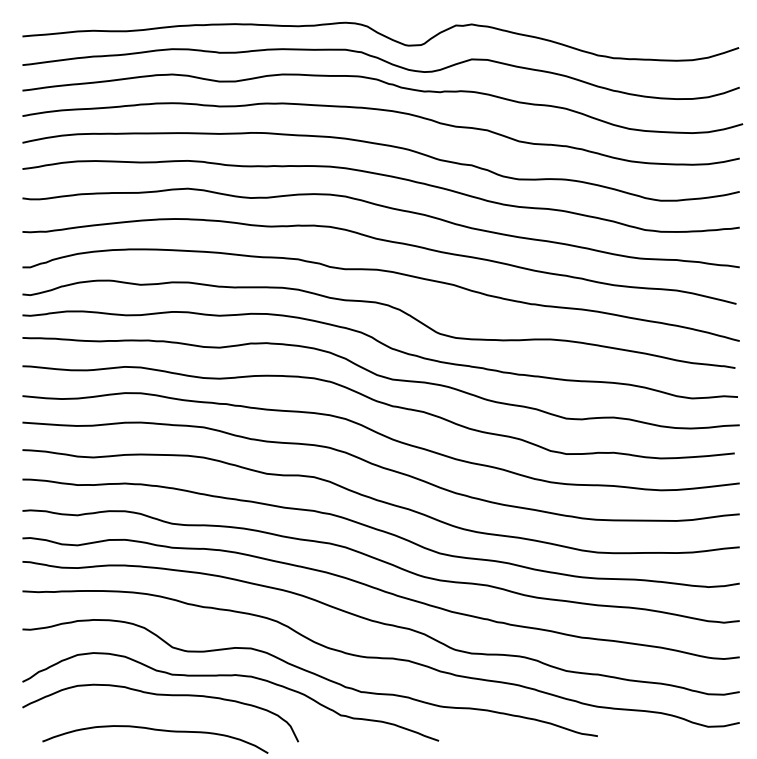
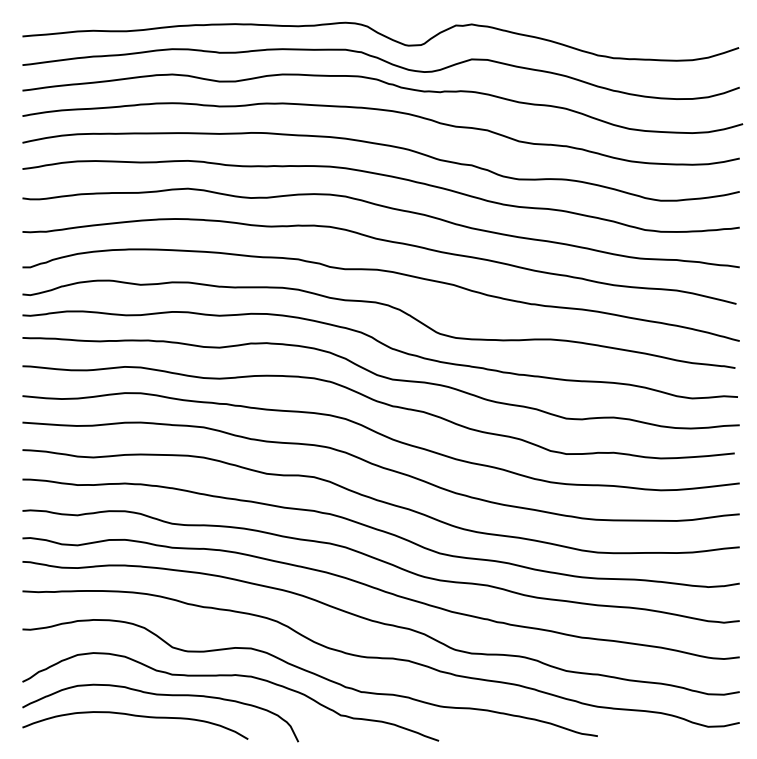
curve at (155, 730) position: (155, 730) -> (135, 716)
